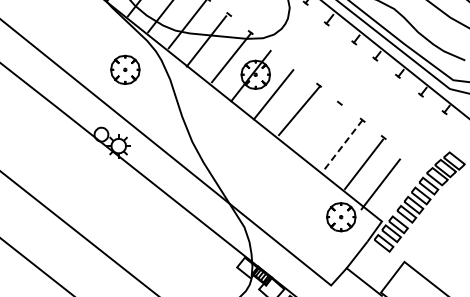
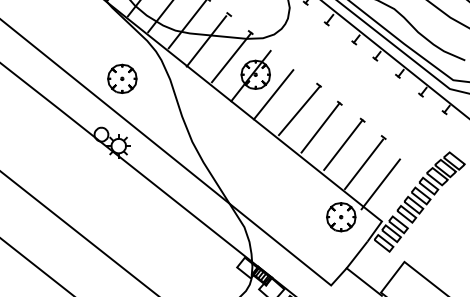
part at (125, 69) position: (125, 69) -> (122, 78)
line at (320, 127): none -> present
line at (343, 145): dashed -> solid
